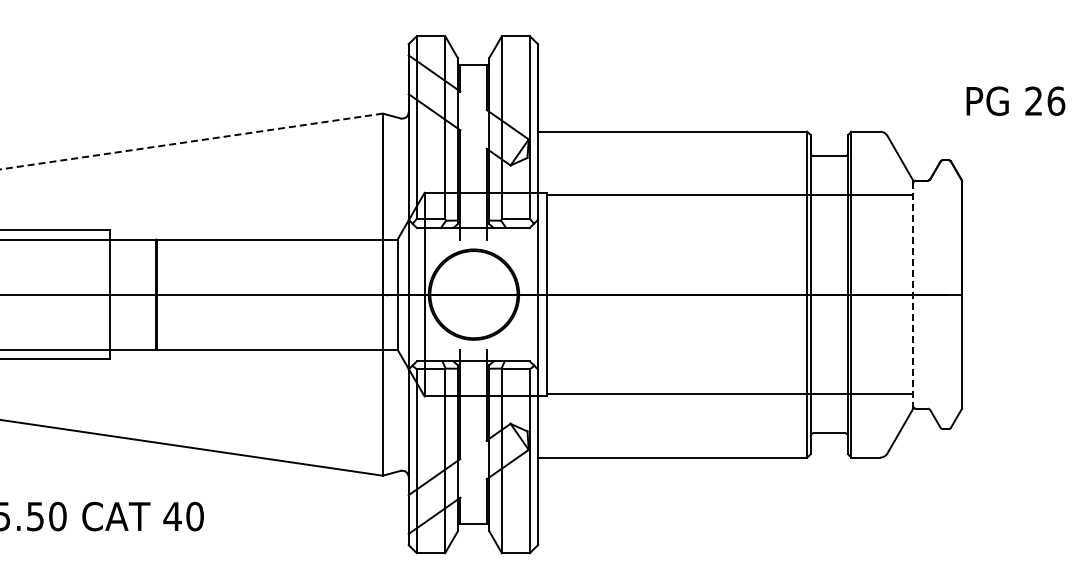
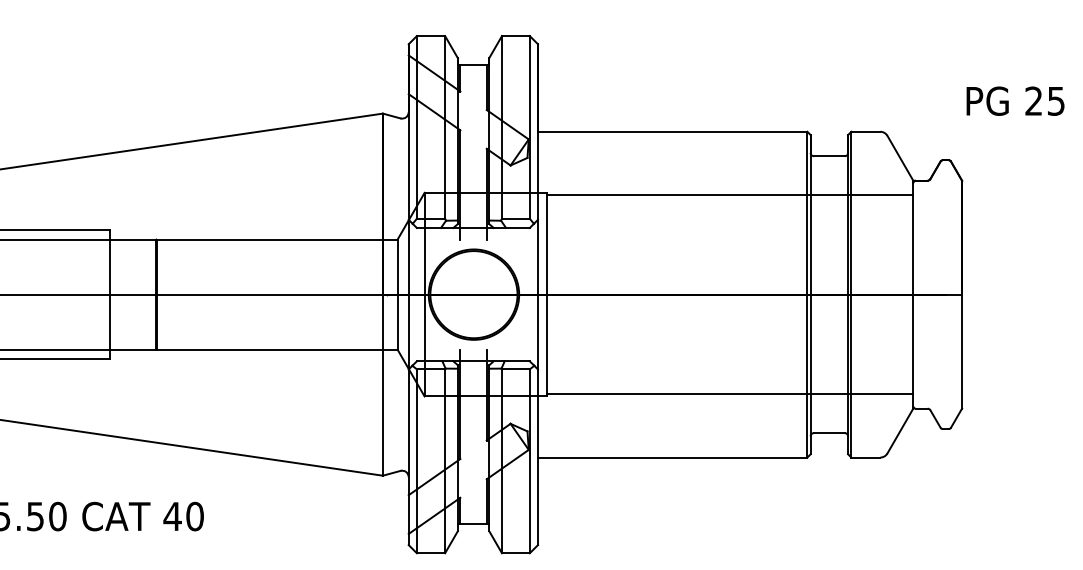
text at (1056, 100): 26 -> 25
line at (191, 141): dashed -> solid
line at (913, 294): dashed -> solid
